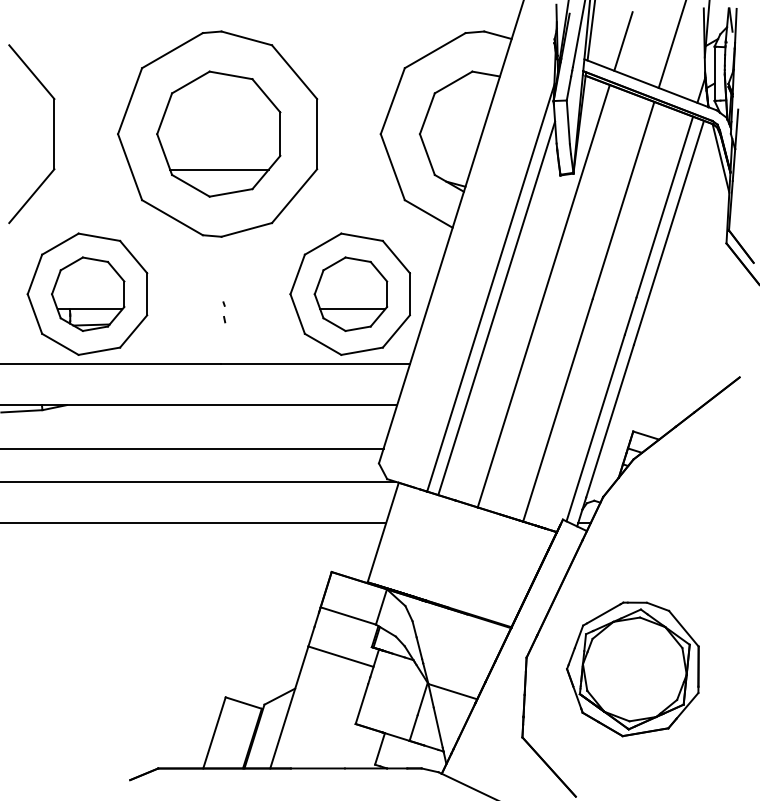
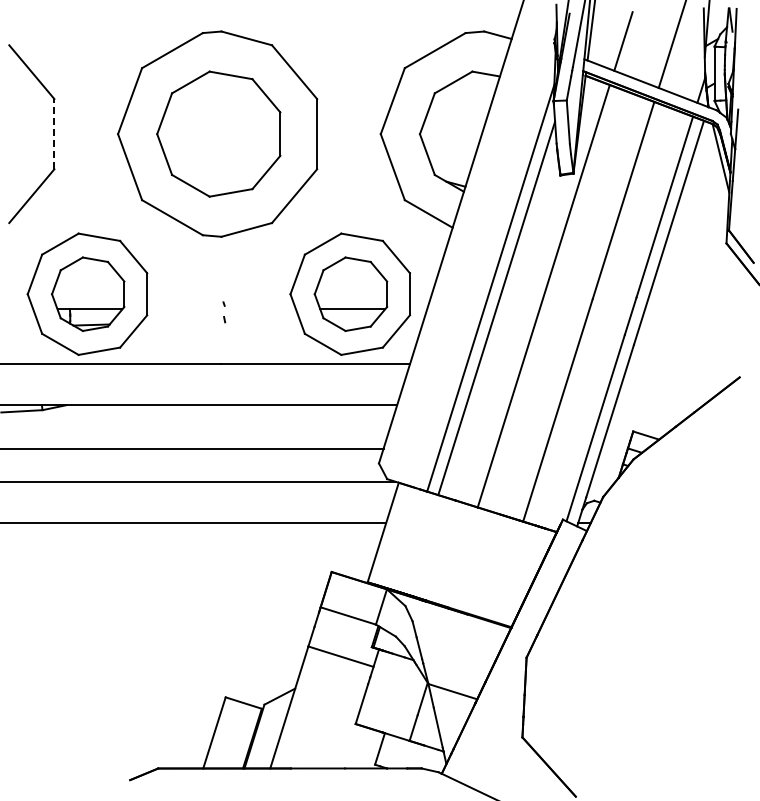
line at (54, 133): solid -> dashed
line at (219, 169): present -> none
part at (632, 669): present -> none
